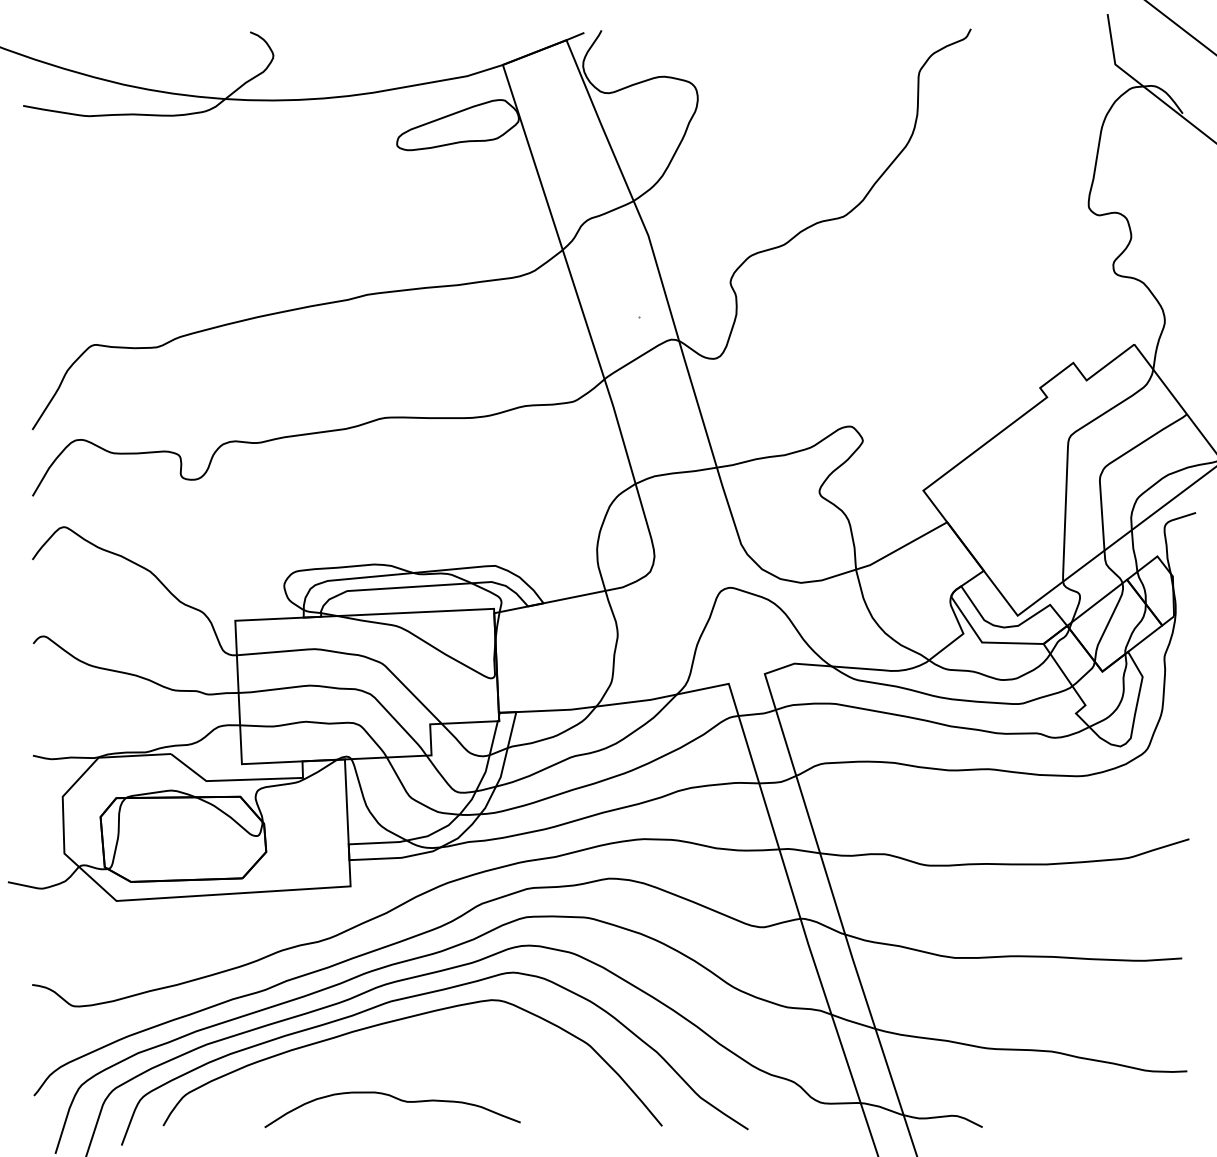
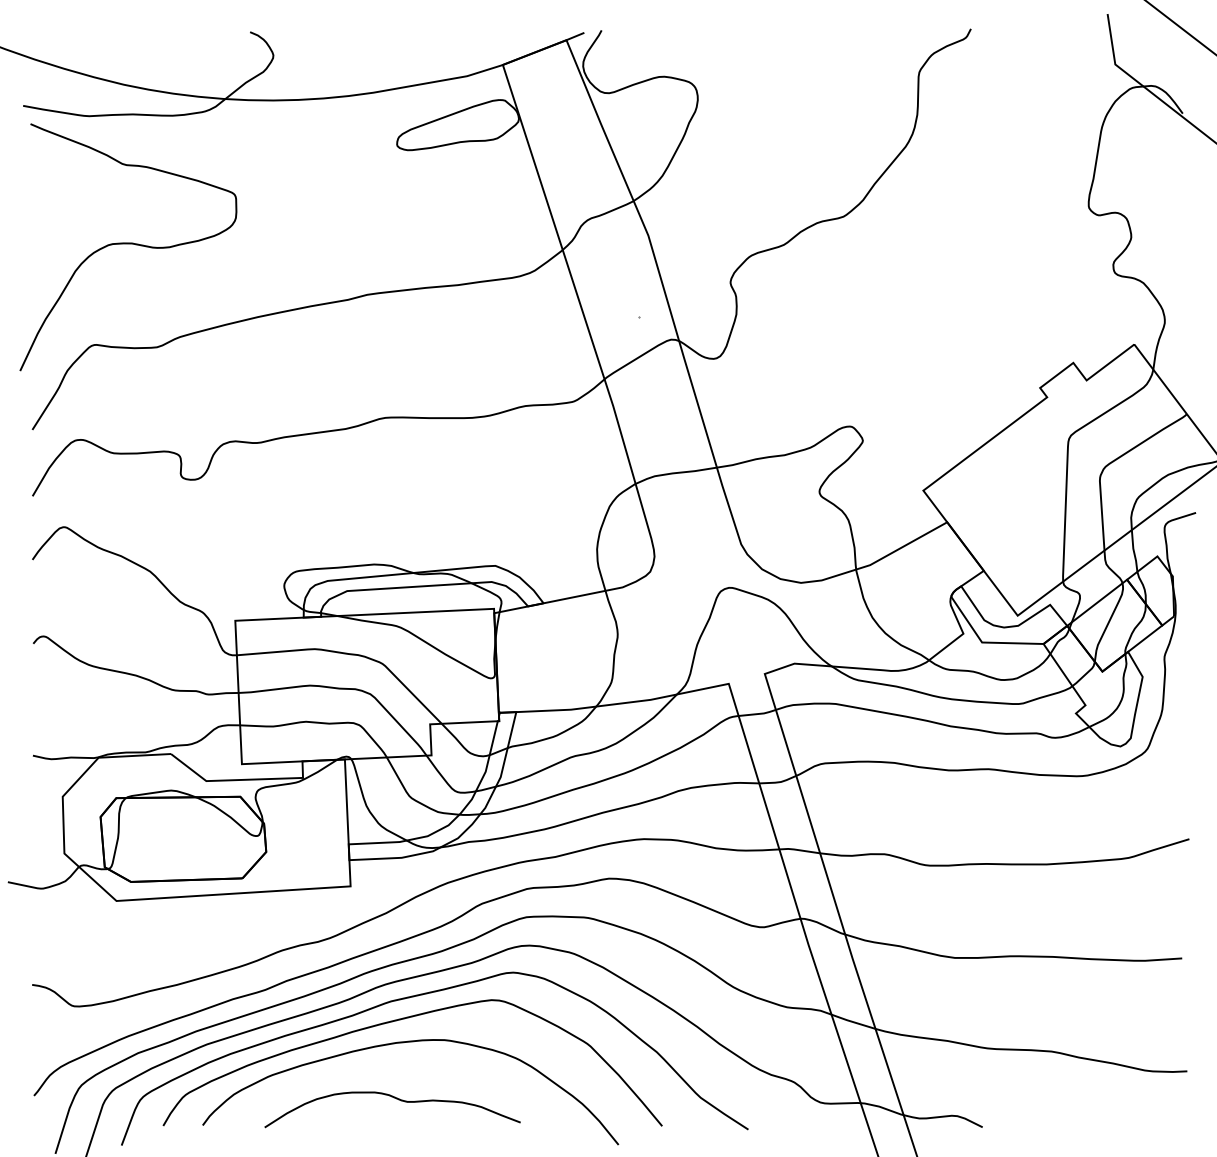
curve at (128, 244): none -> present
curve at (403, 1043): none -> present
